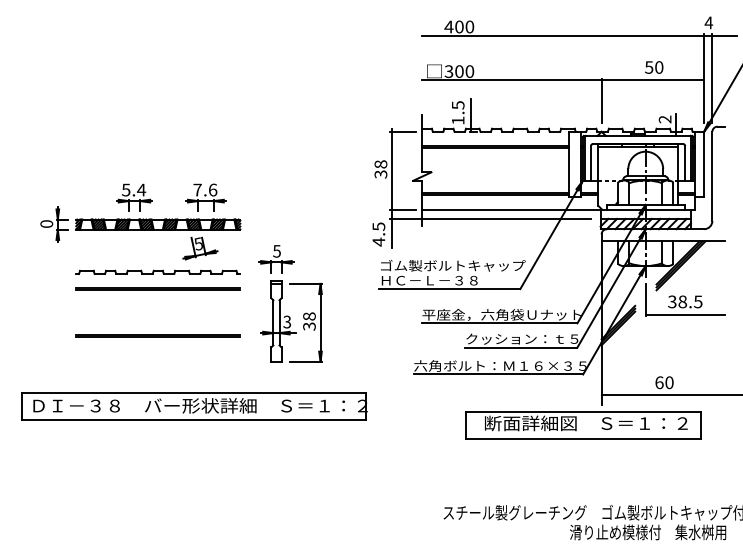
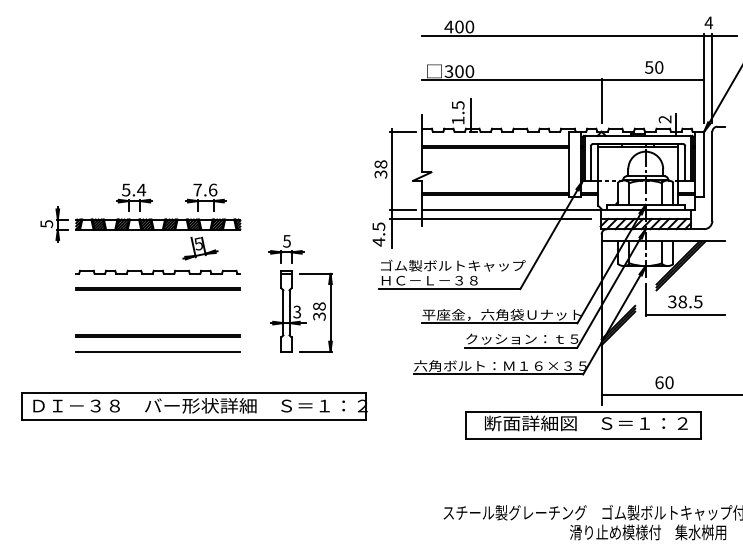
text at (46, 224): 0 -> 5
part at (282, 298) position: (282, 298) -> (292, 288)
line at (158, 351): none -> present
